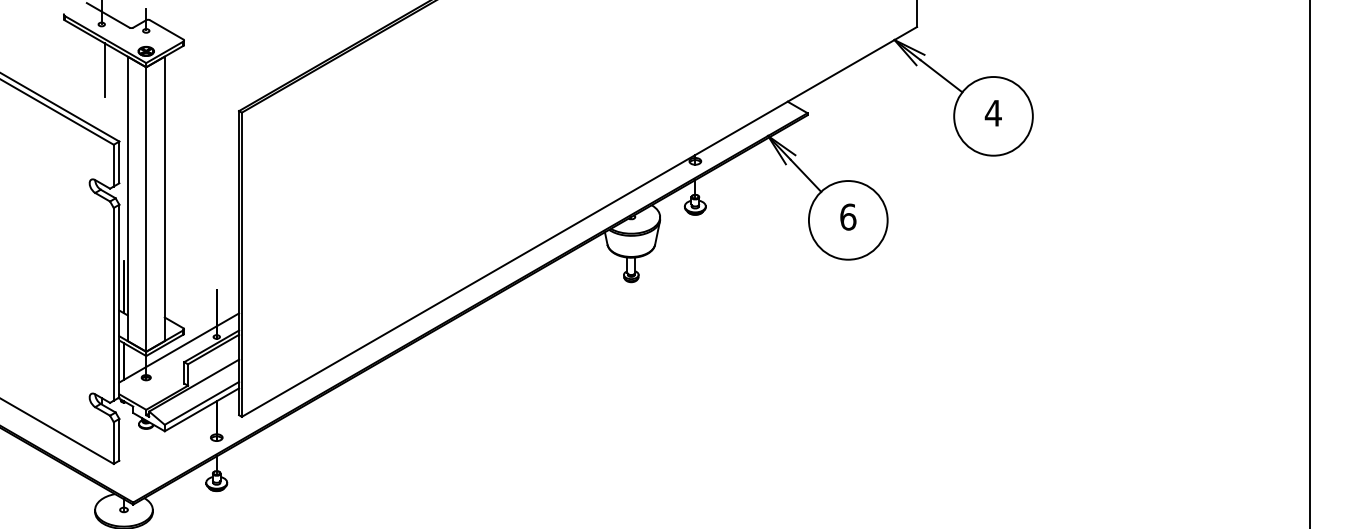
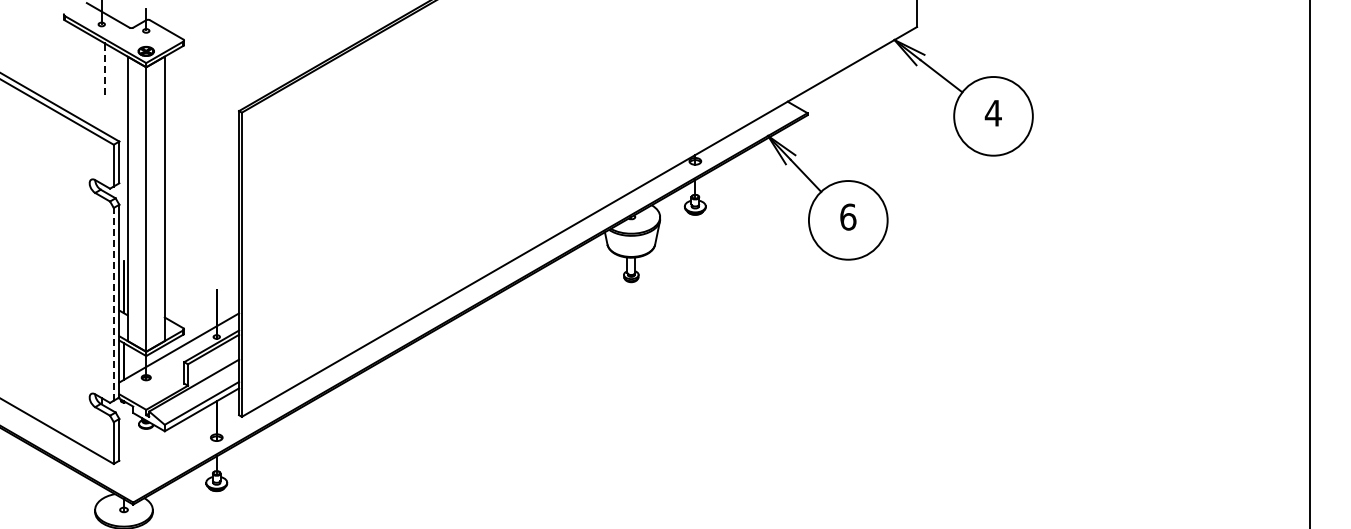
line at (104, 70): solid -> dashed
line at (113, 303): solid -> dashed
